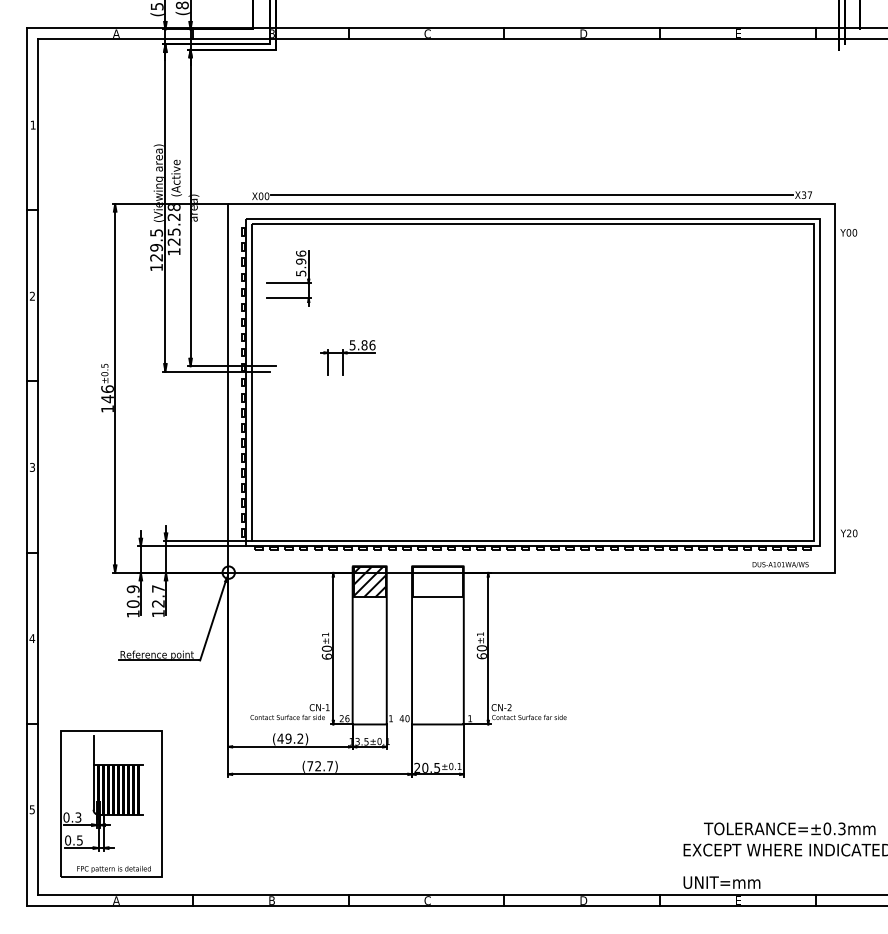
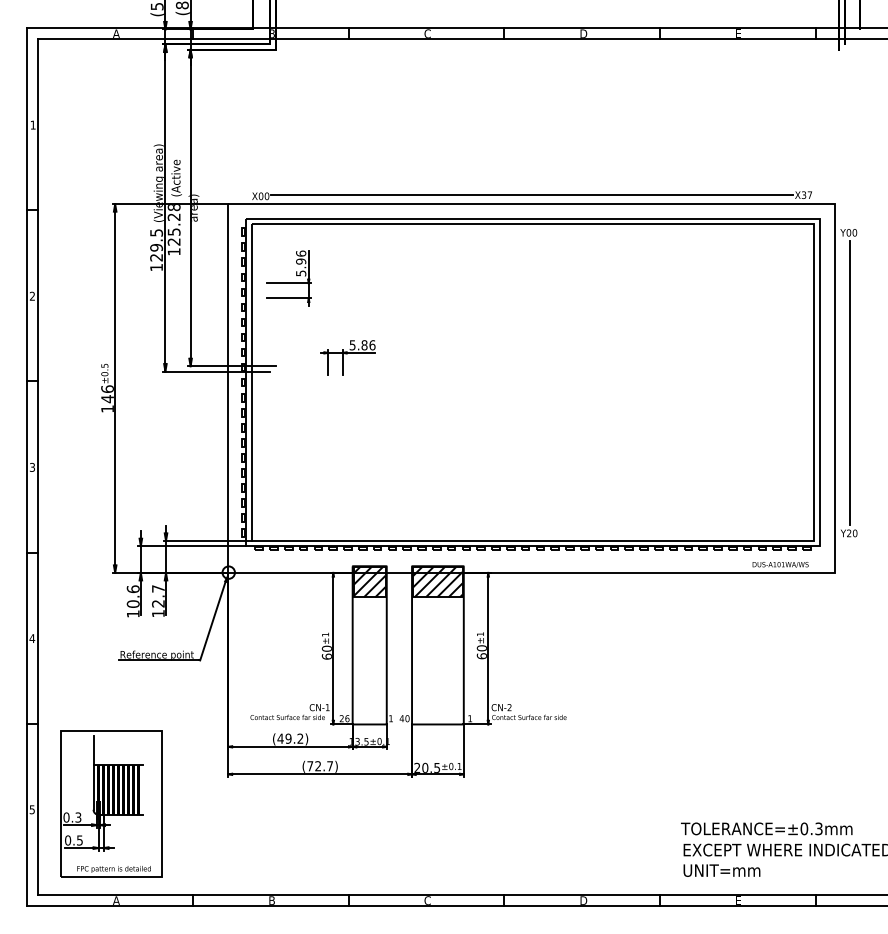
line at (849, 382): none -> present
hatch at (437, 581): none -> present
text at (132, 589): 10.9 -> 10.6
text at (789, 828) position: (789, 828) -> (766, 828)
text at (721, 882) position: (721, 882) -> (721, 870)
